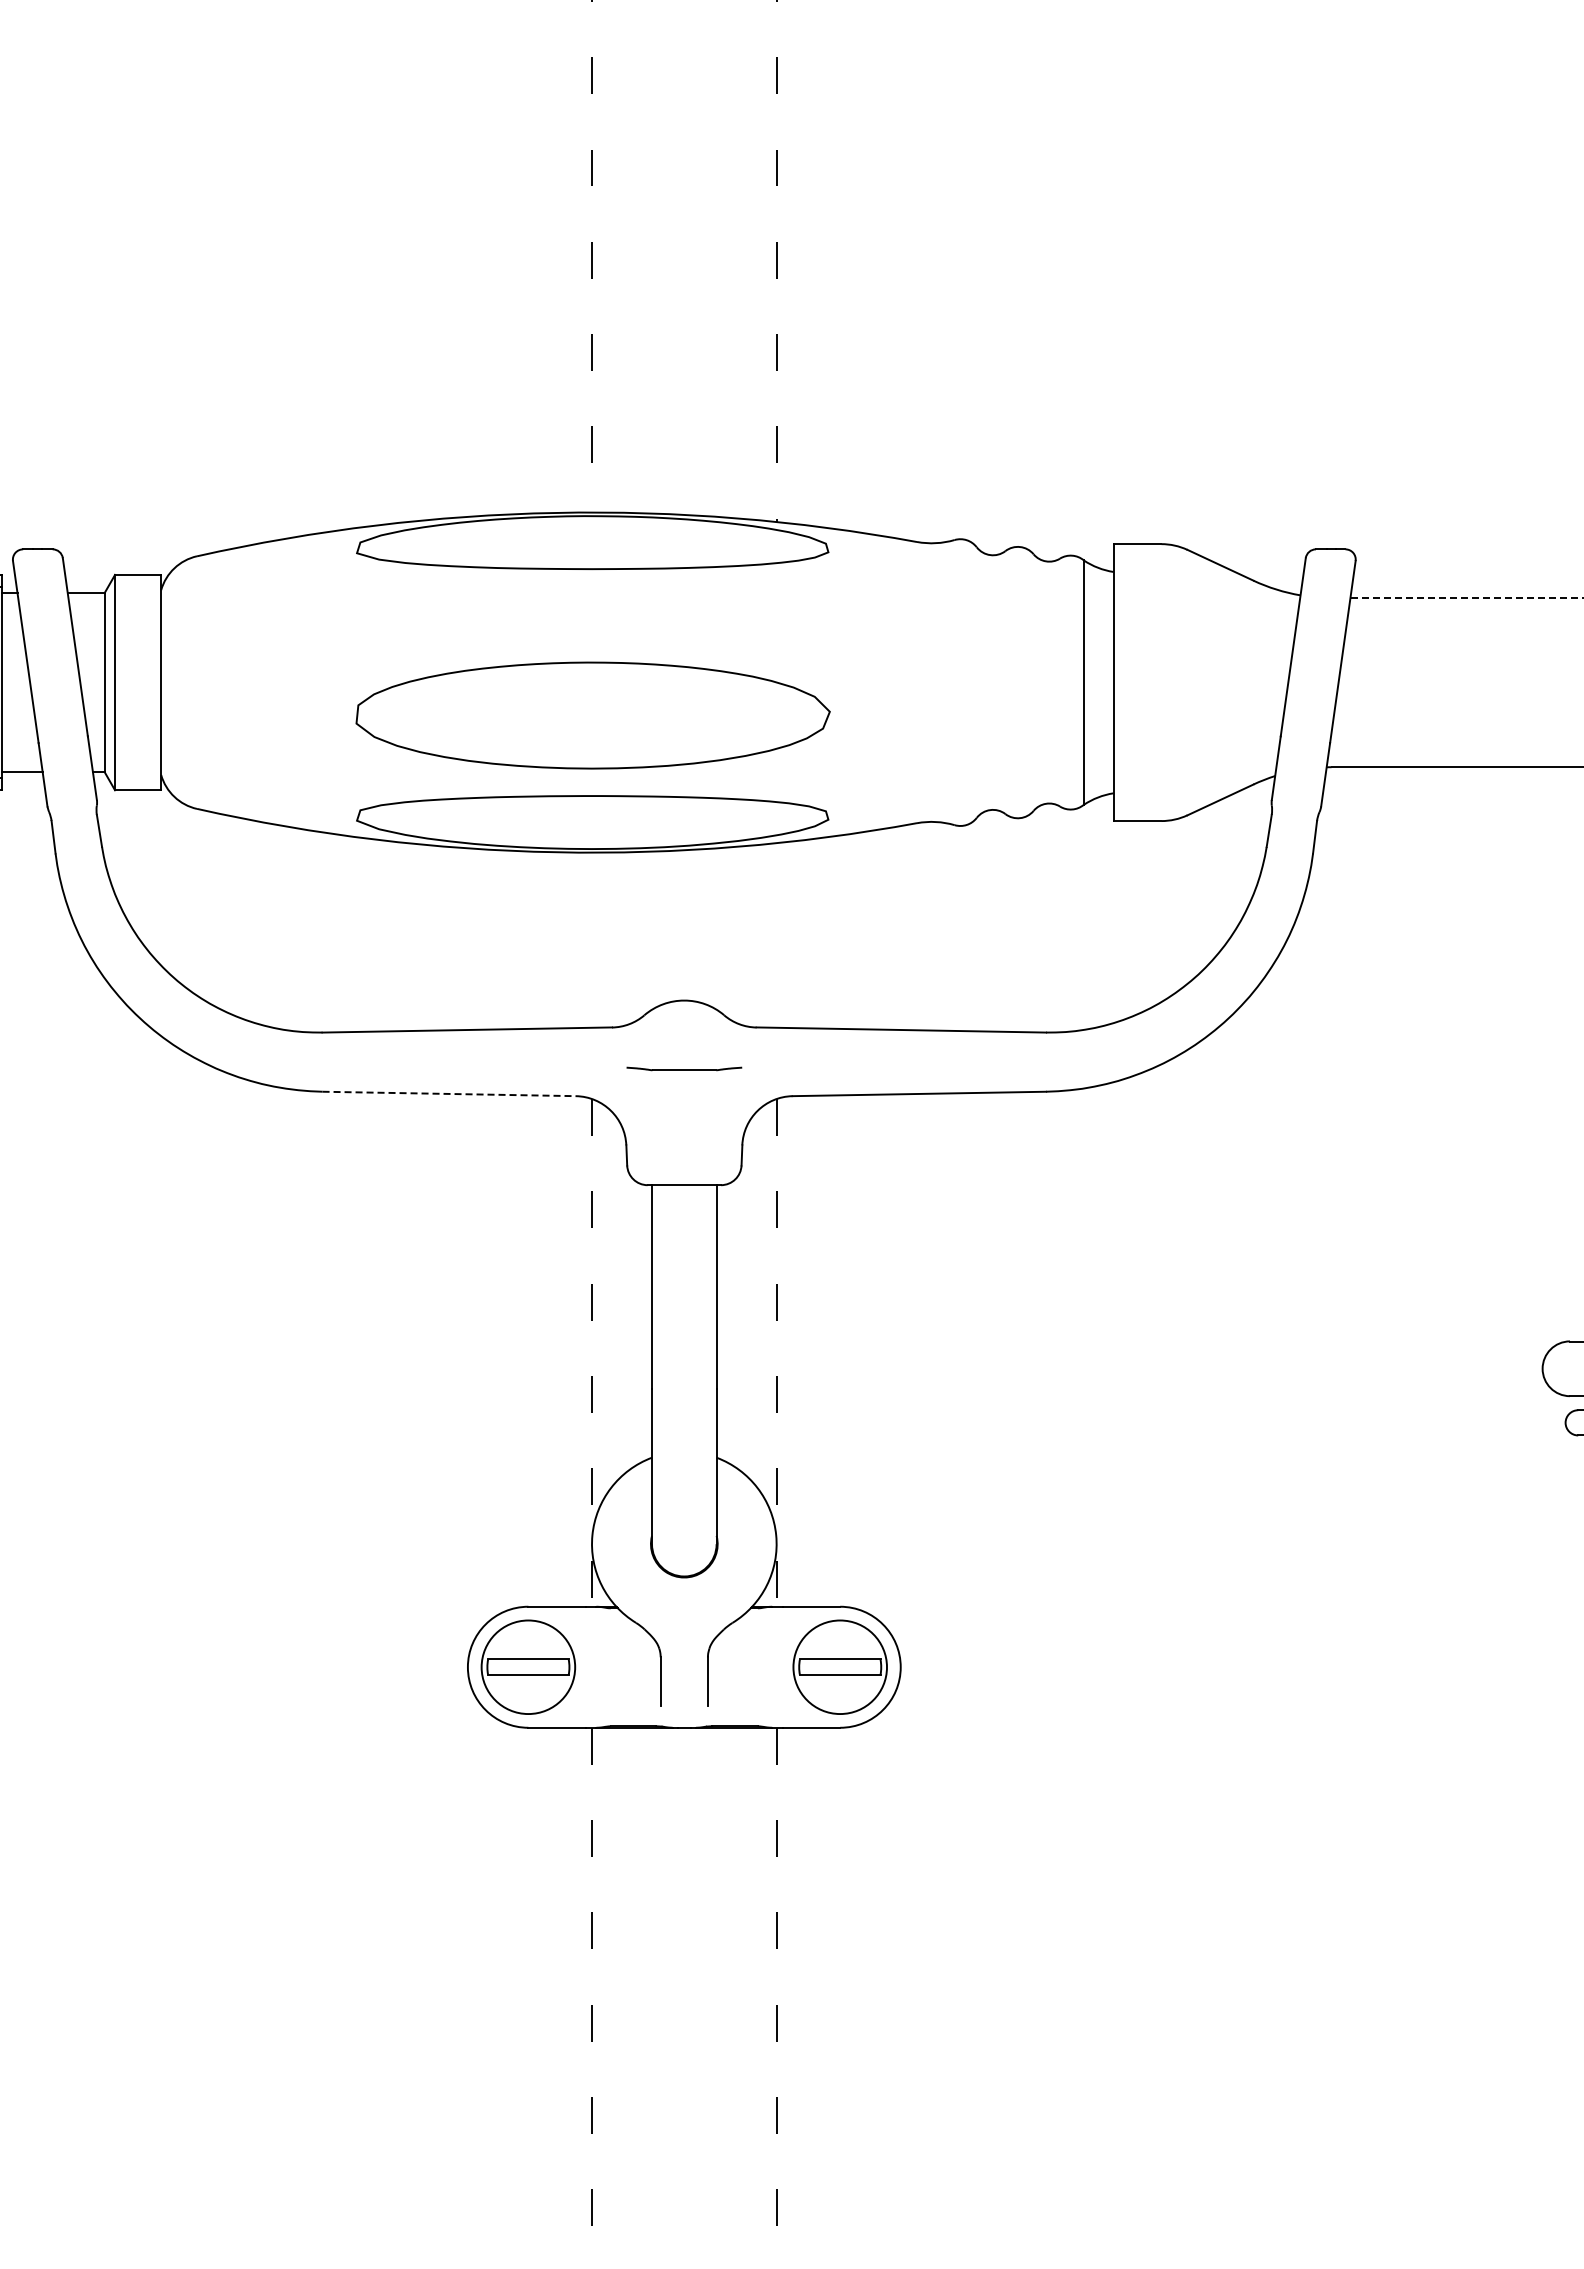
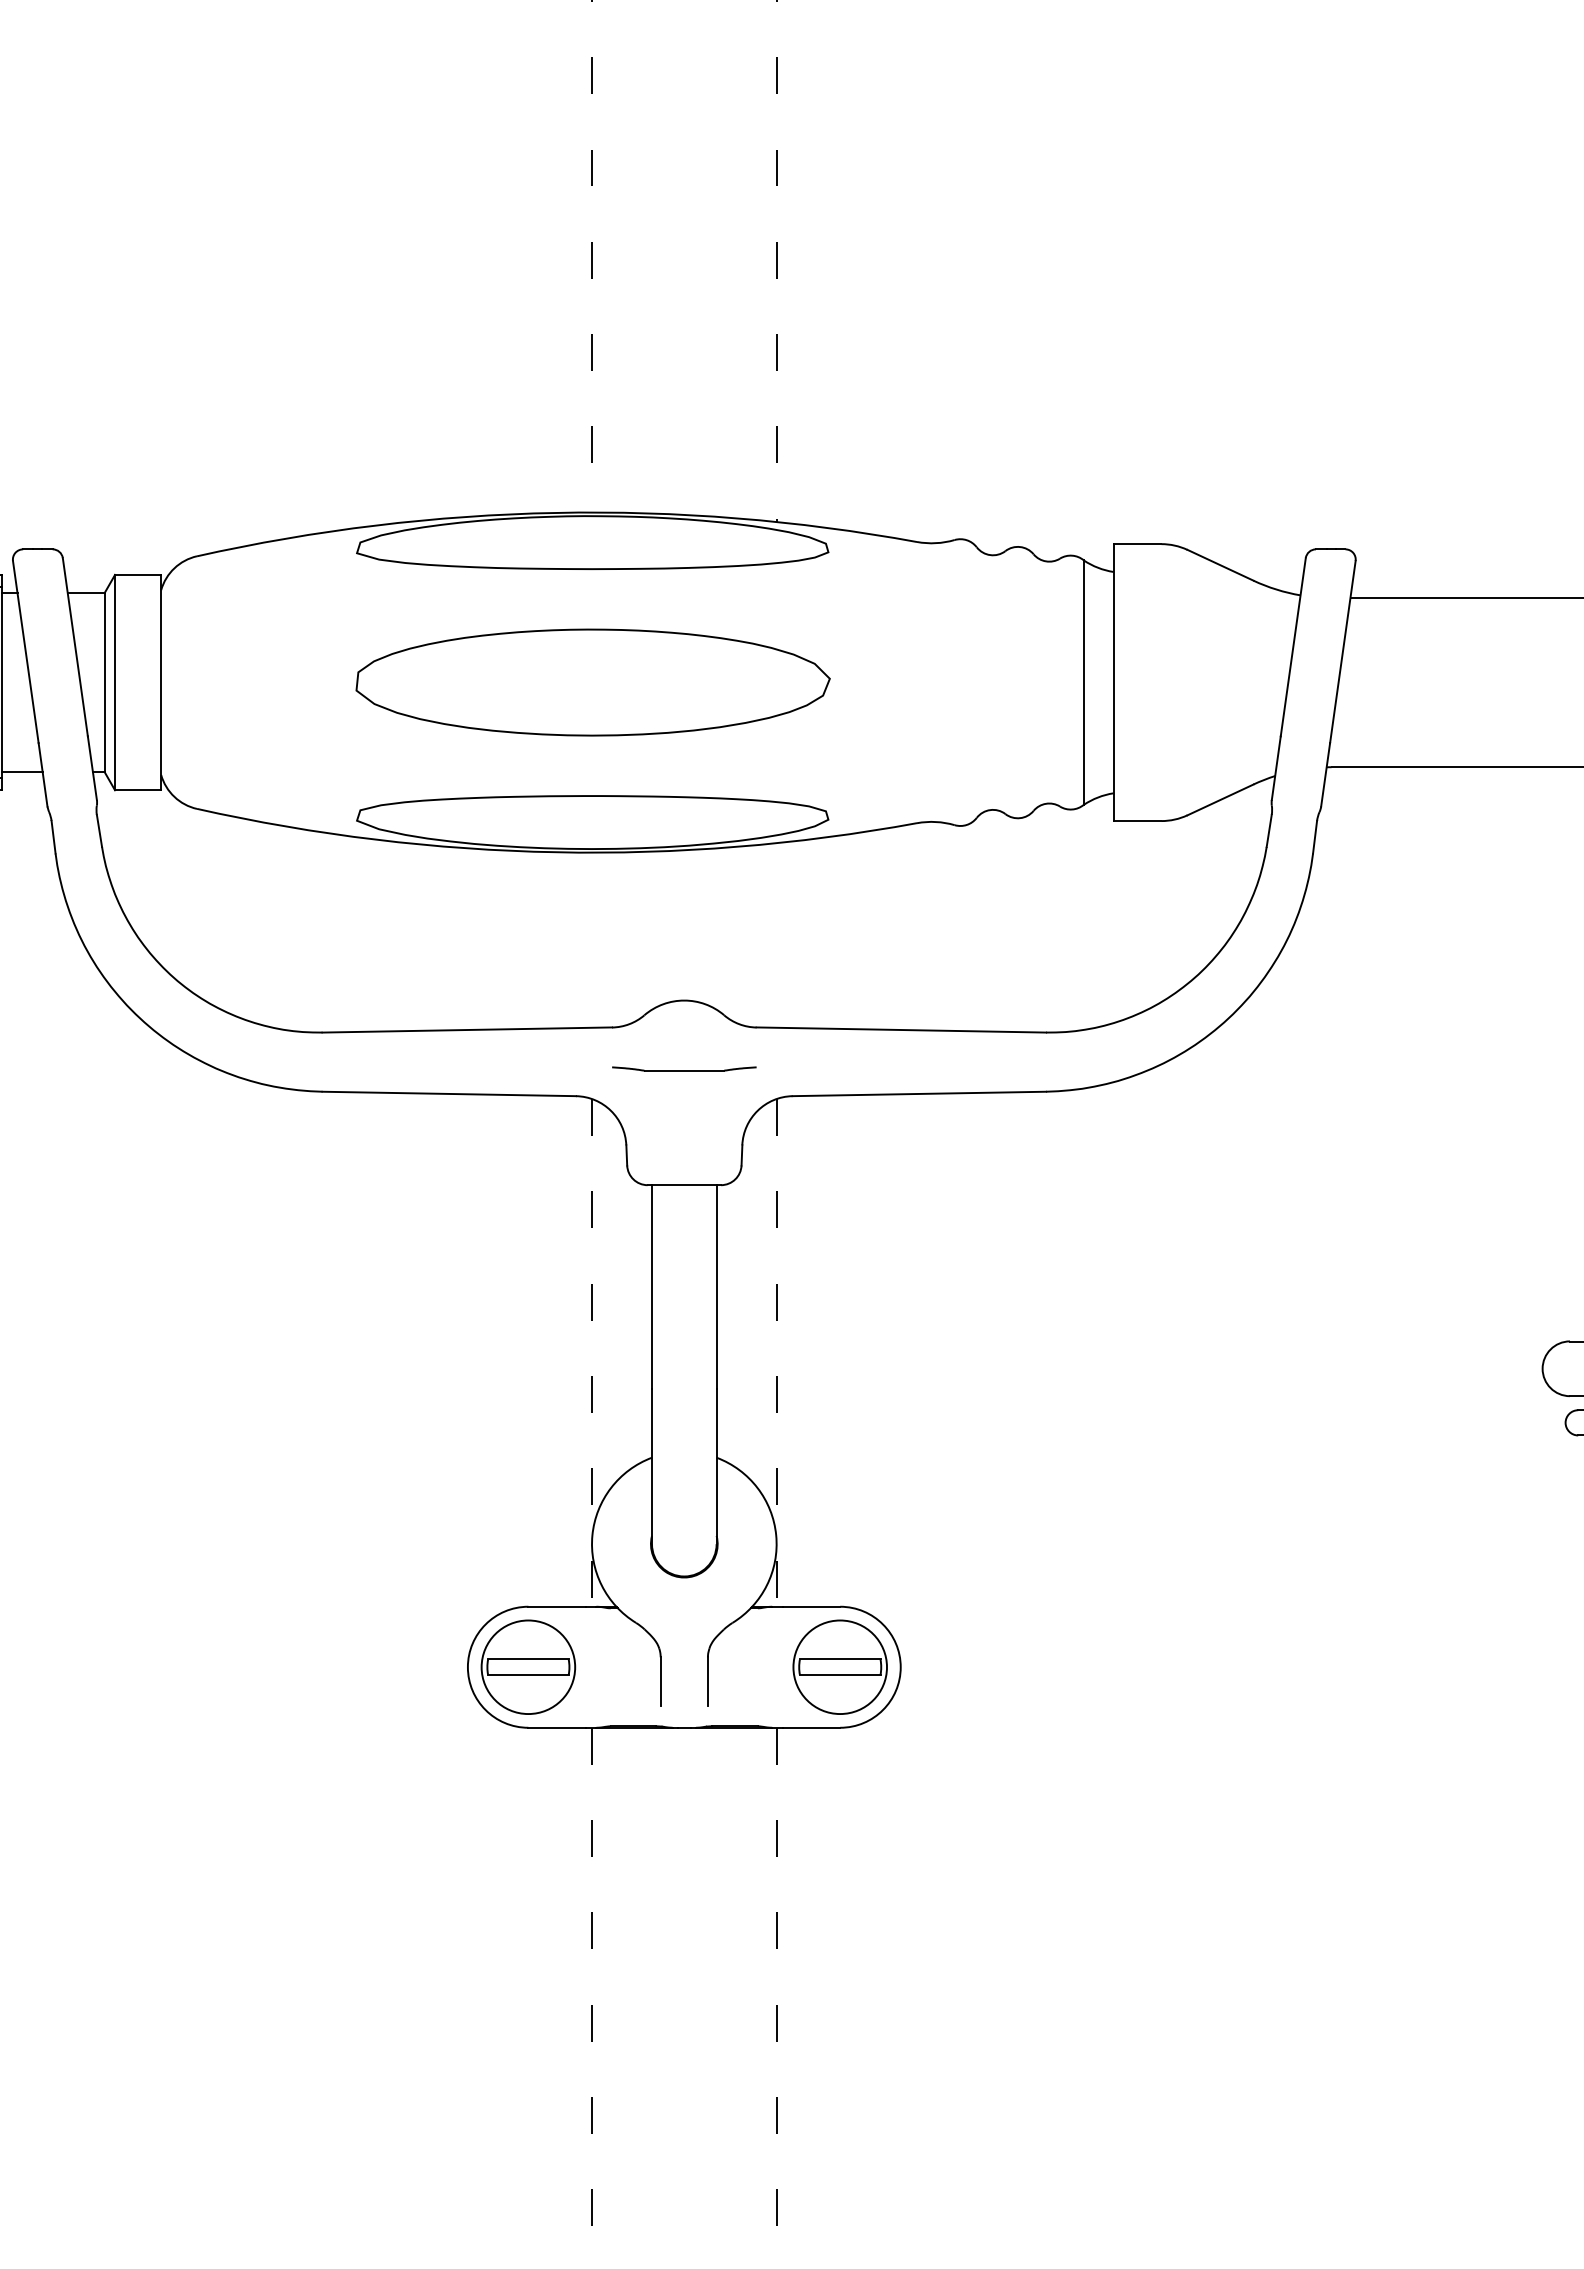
line at (1467, 597): dashed -> solid
part at (592, 715) position: (592, 715) -> (592, 682)
part at (684, 1068) size: 117x6 px -> 145x6 px
line at (449, 1093): dashed -> solid
